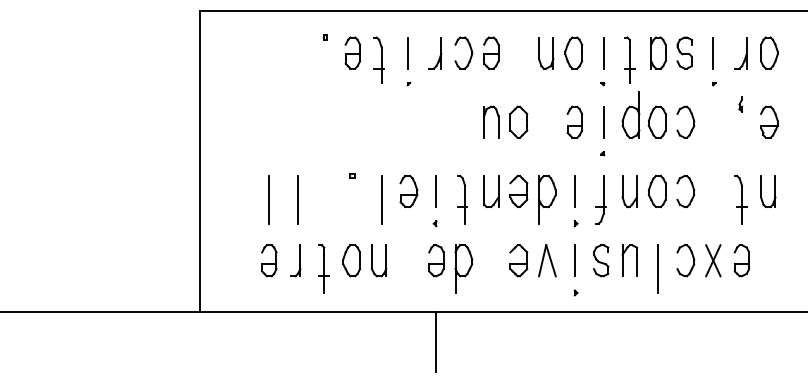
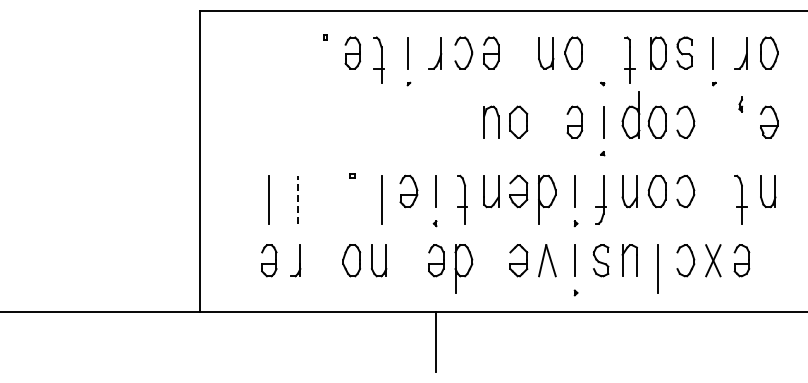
line at (603, 52): present -> none
line at (297, 199): solid -> dashed
part at (323, 268): present -> none
